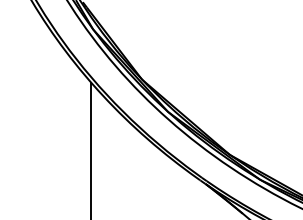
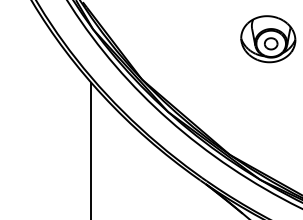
part at (268, 39): none -> present
